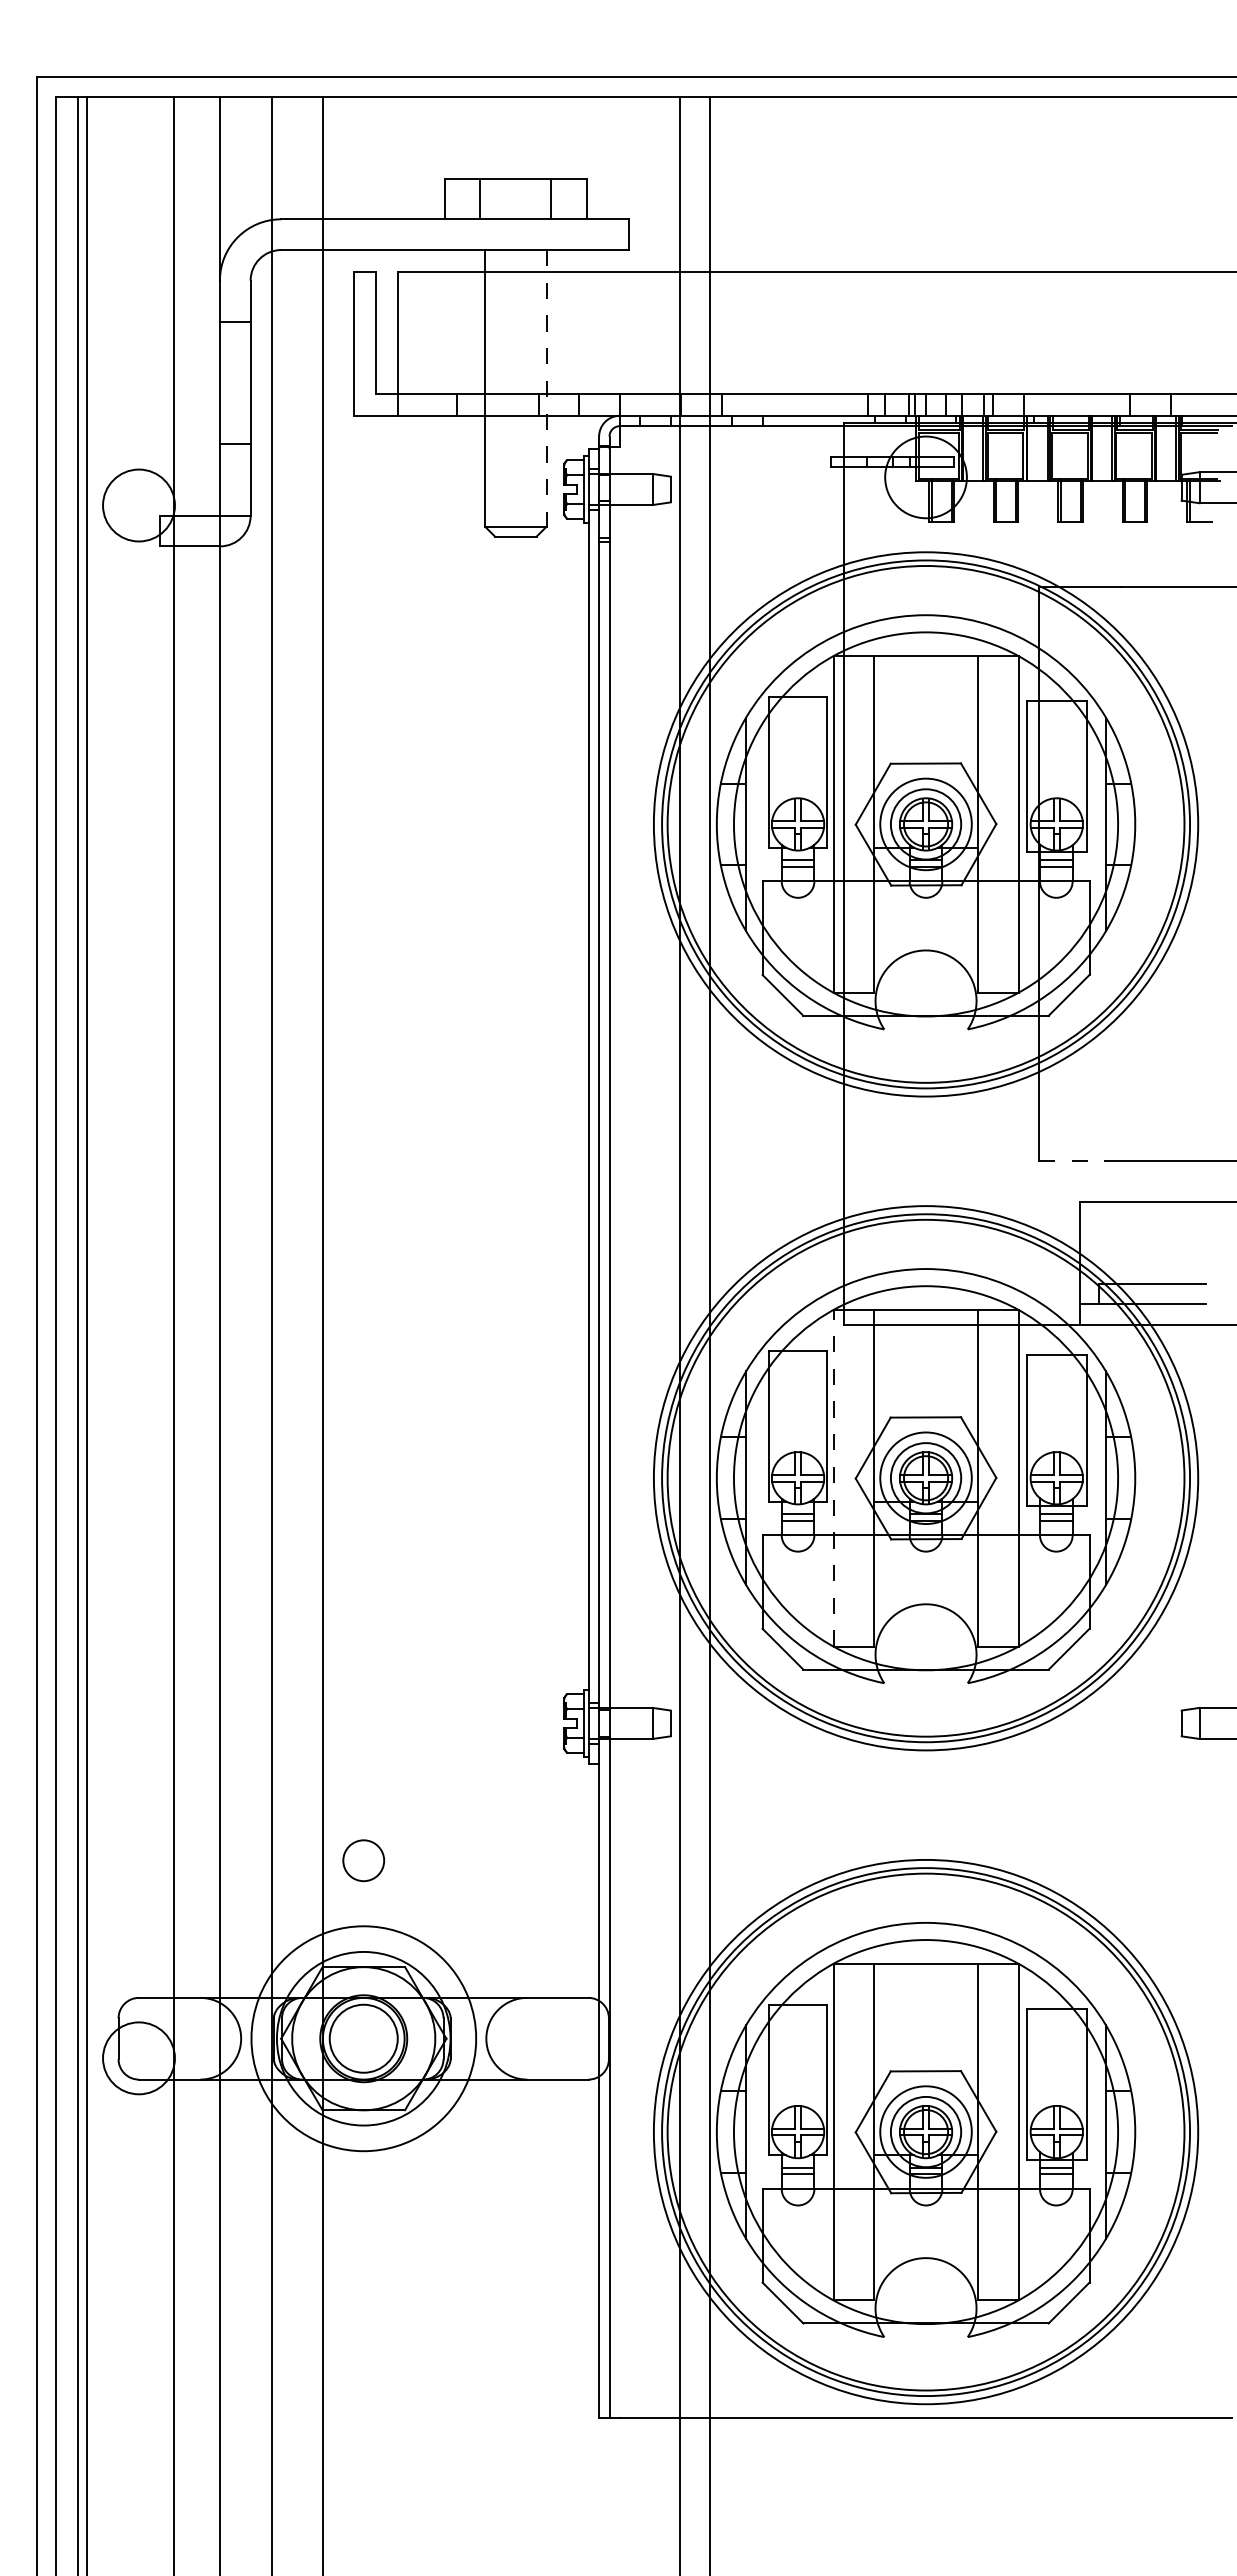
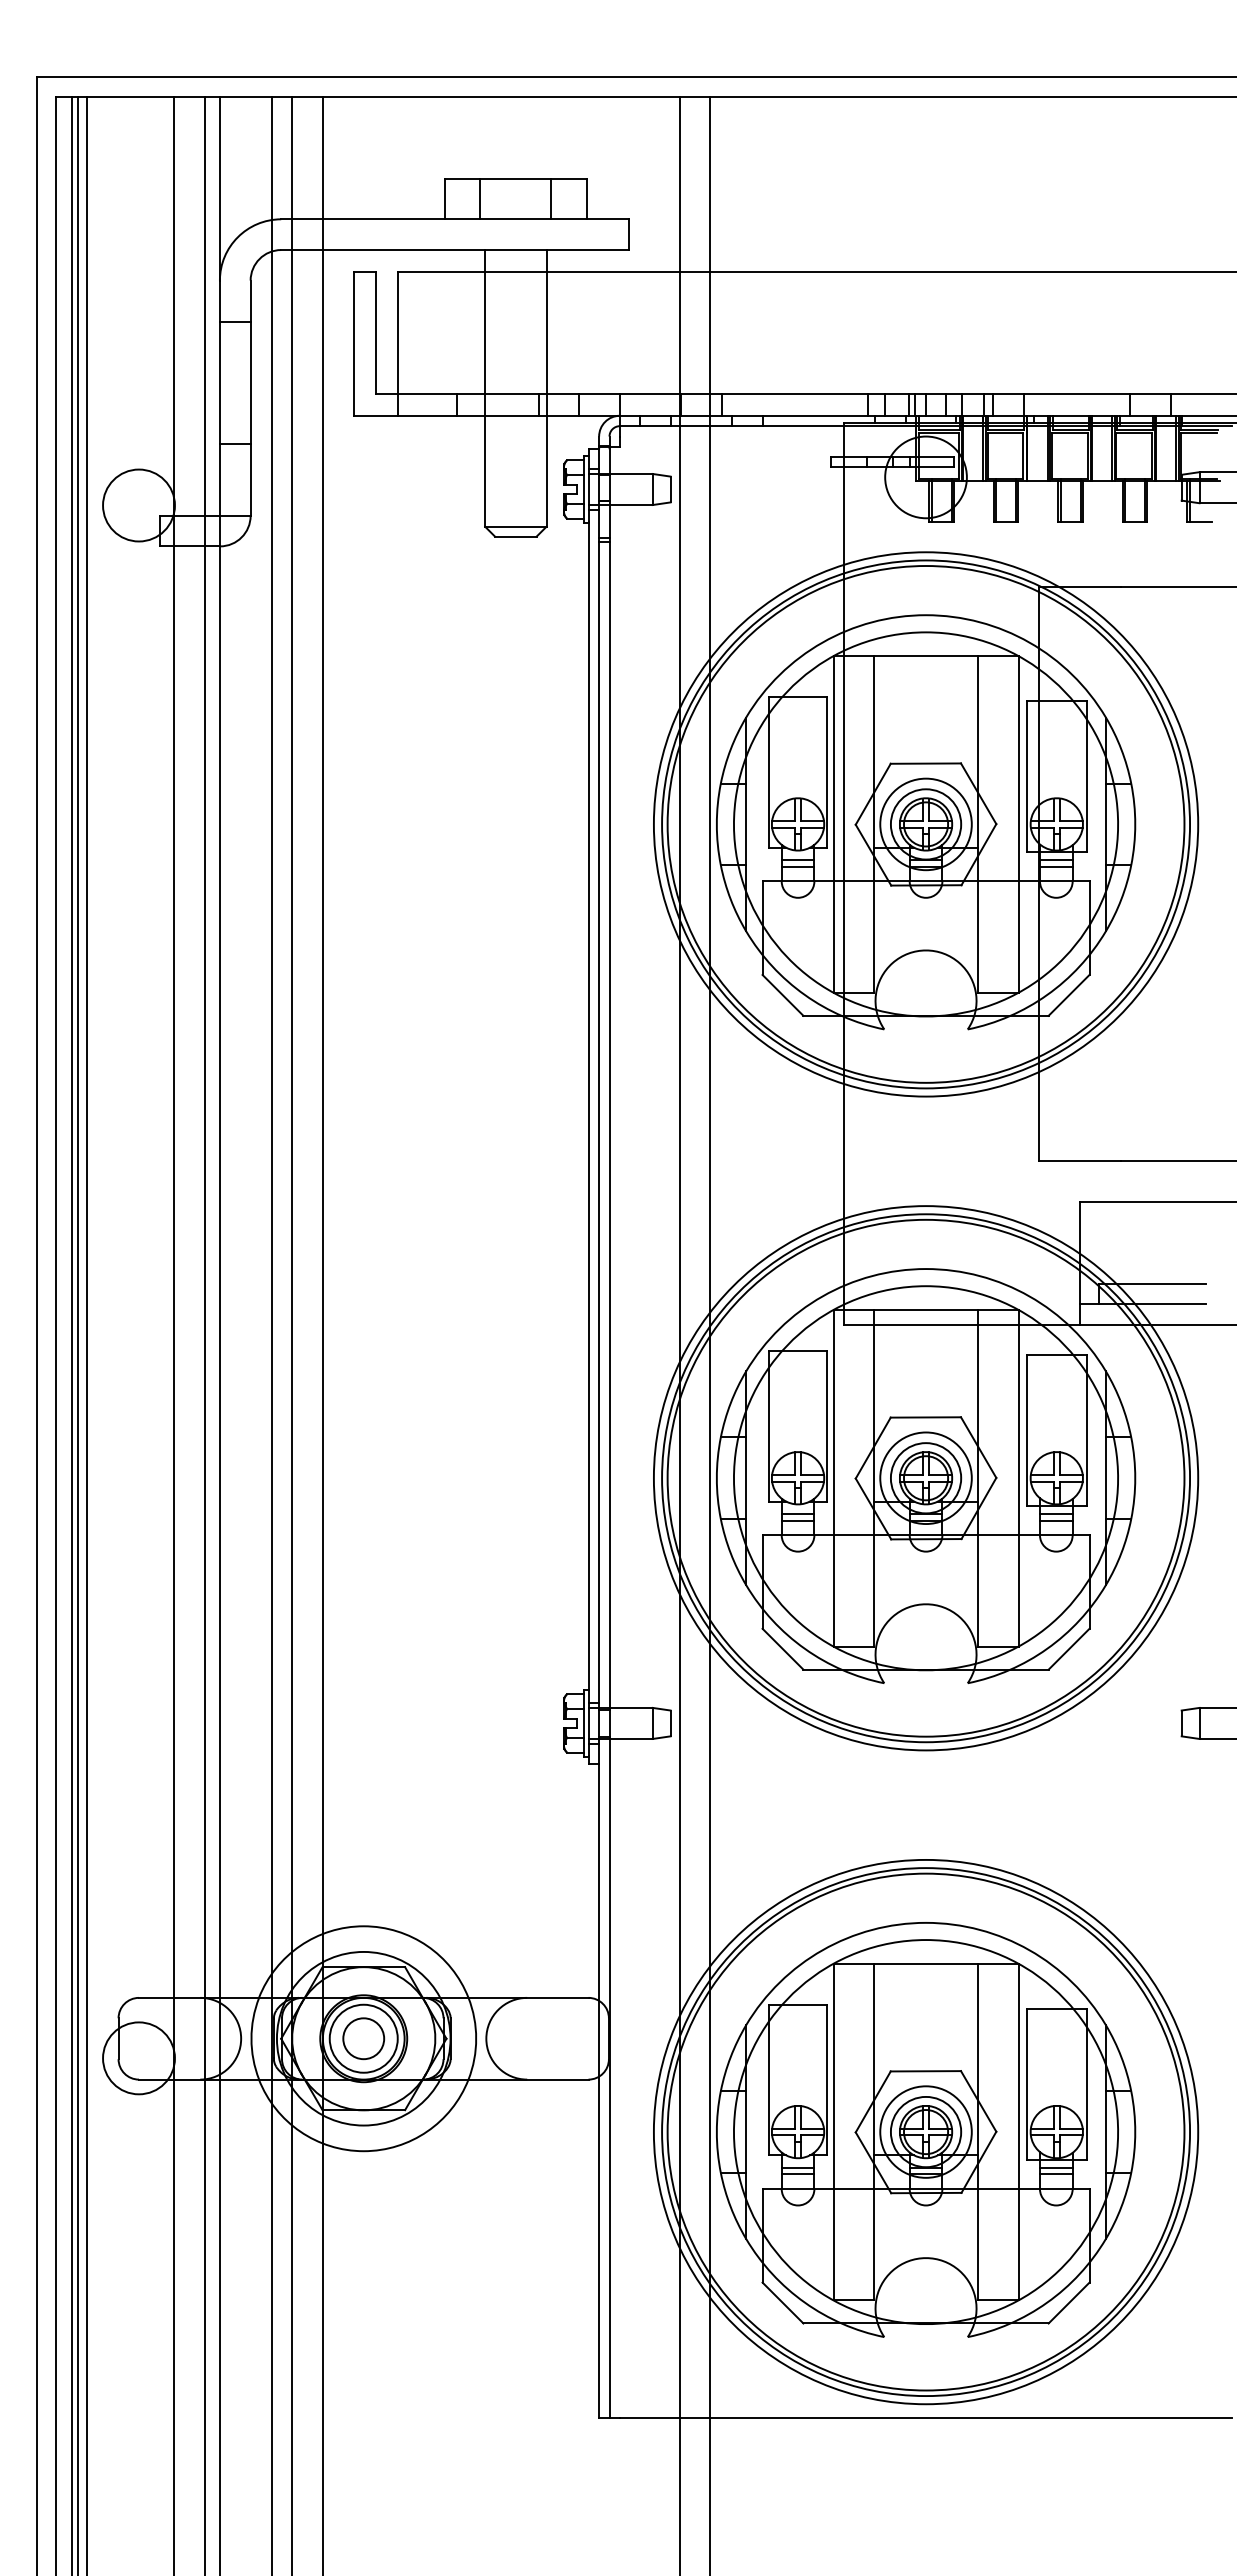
line at (546, 388): dashed -> solid
line at (1079, 1161): dashed -> solid
line at (71, 1334): none -> present
line at (204, 1334): none -> present
line at (292, 1334): none -> present
line at (833, 1477): dashed -> solid
circle at (363, 1860) position: (363, 1860) -> (363, 2038)
